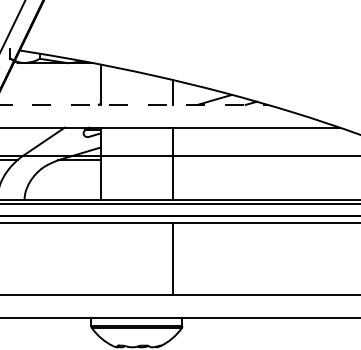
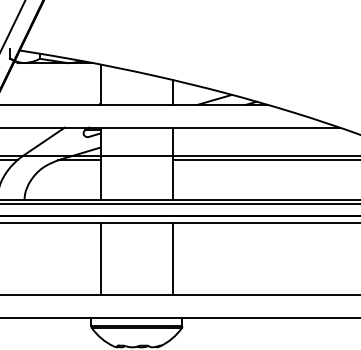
line at (134, 104): dashed -> solid
line at (265, 160): none -> present
line at (100, 258): none -> present
